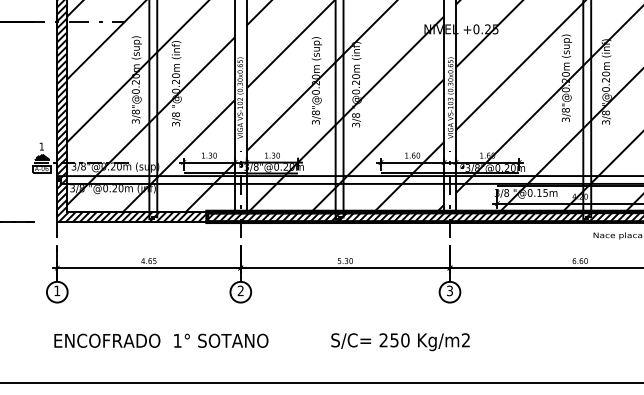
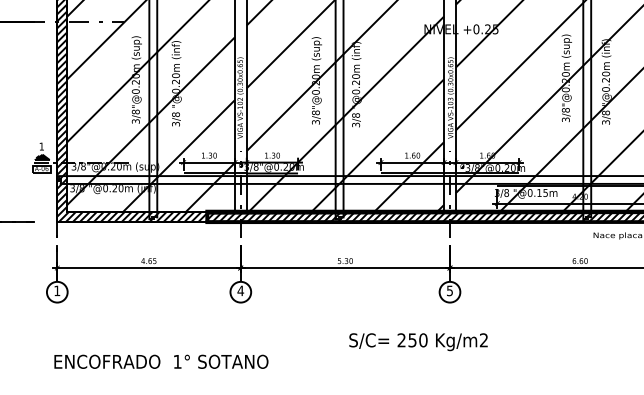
text at (449, 289): 3 -> 5
text at (240, 290): 2 -> 4
text at (161, 340) position: (161, 340) -> (161, 361)
text at (400, 342) position: (400, 342) -> (418, 342)
line at (321, 383): present -> none
